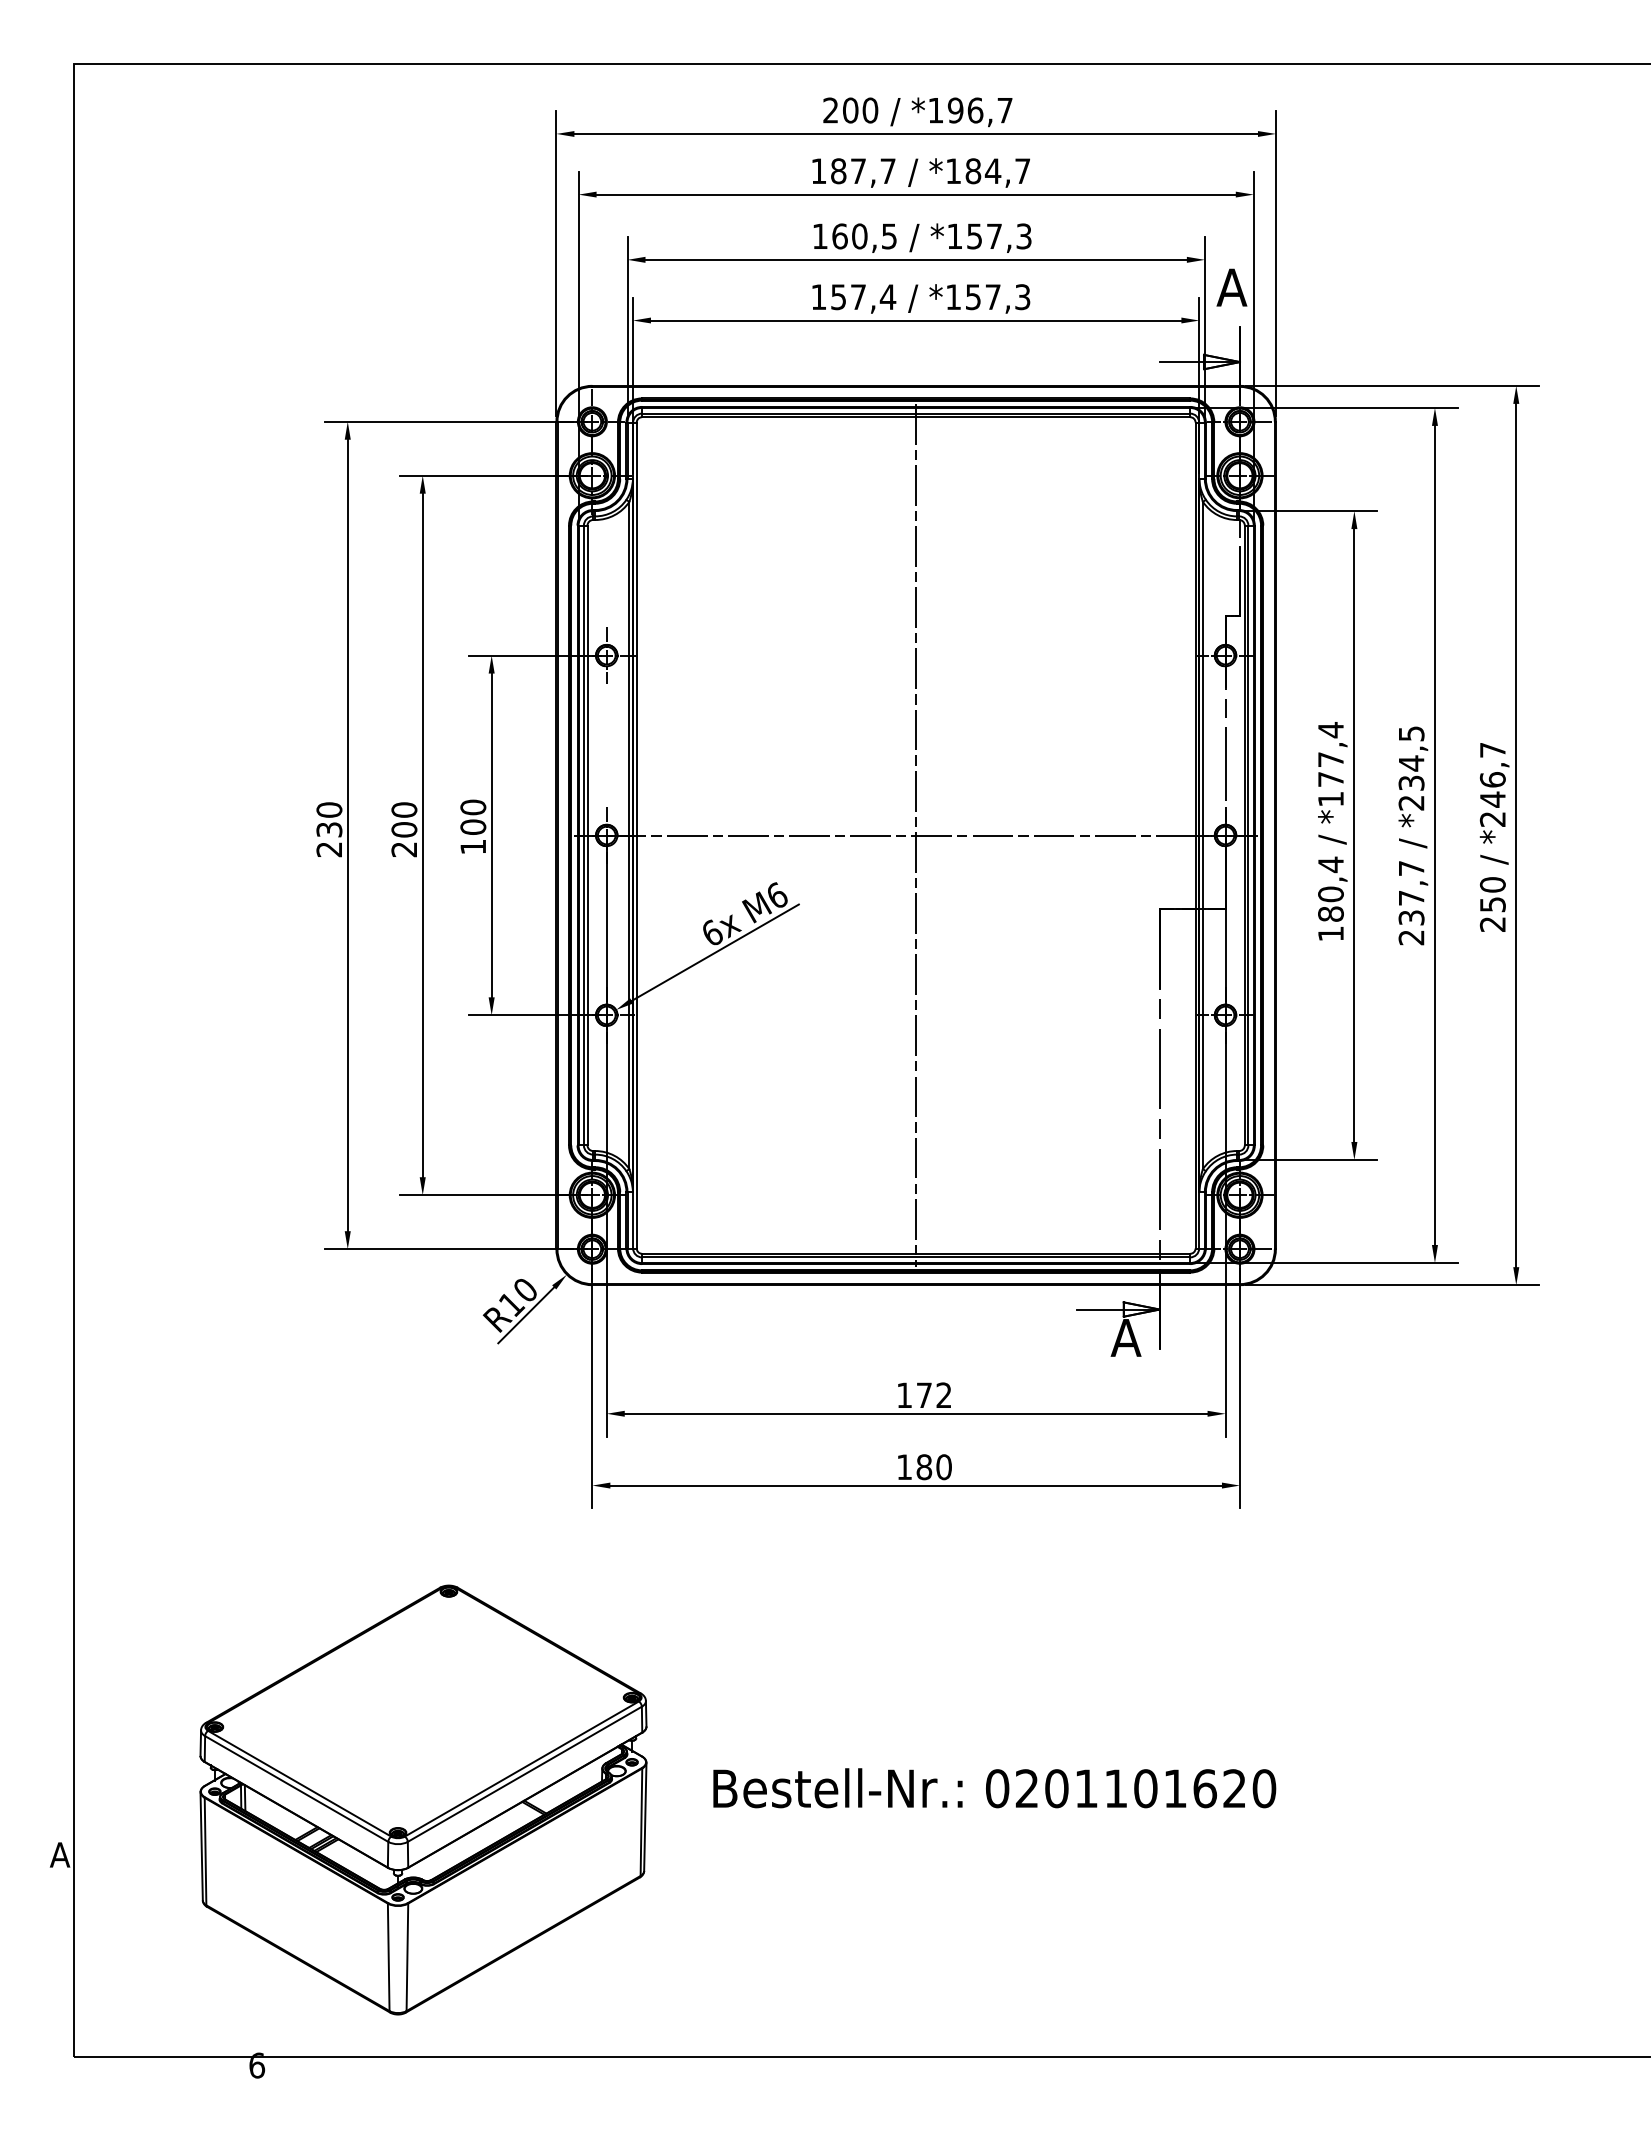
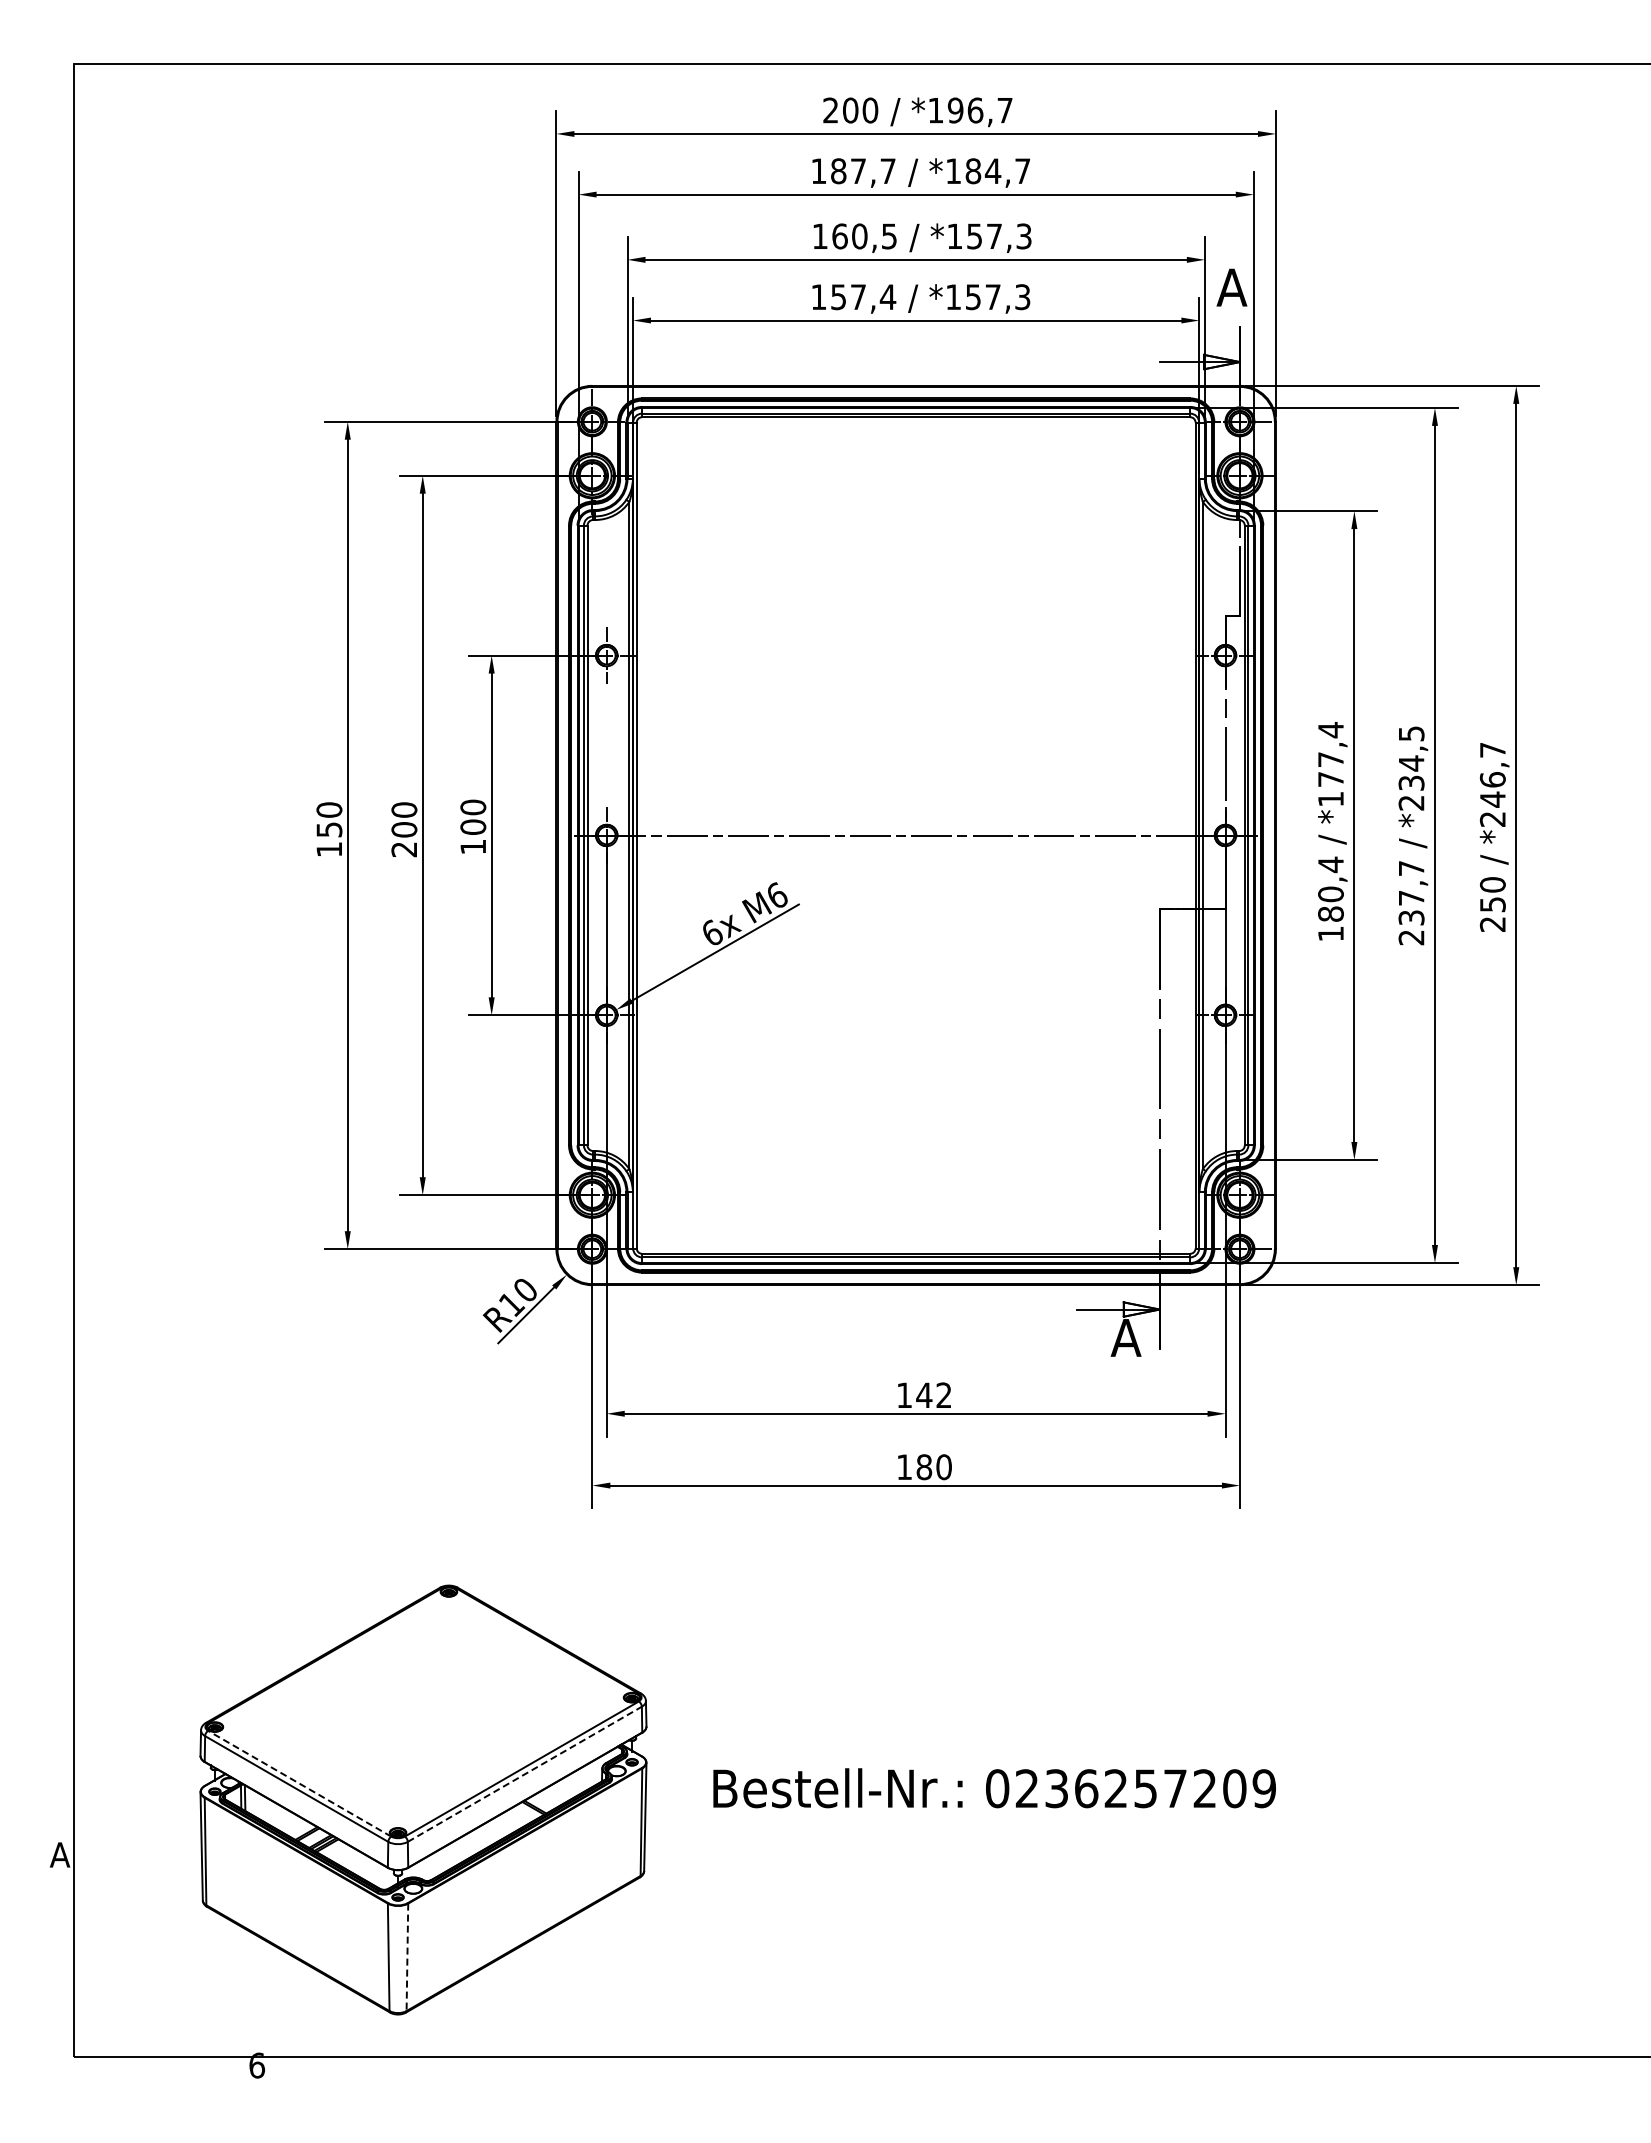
line at (916, 835): present -> none
text at (328, 839): 230 -> 150
text at (924, 1394): 172 -> 142
line at (525, 1774): solid -> dashed
line at (299, 1783): solid -> dashed
text at (1160, 1788): 0201101620 -> 0236257209
line at (407, 1957): solid -> dashed
